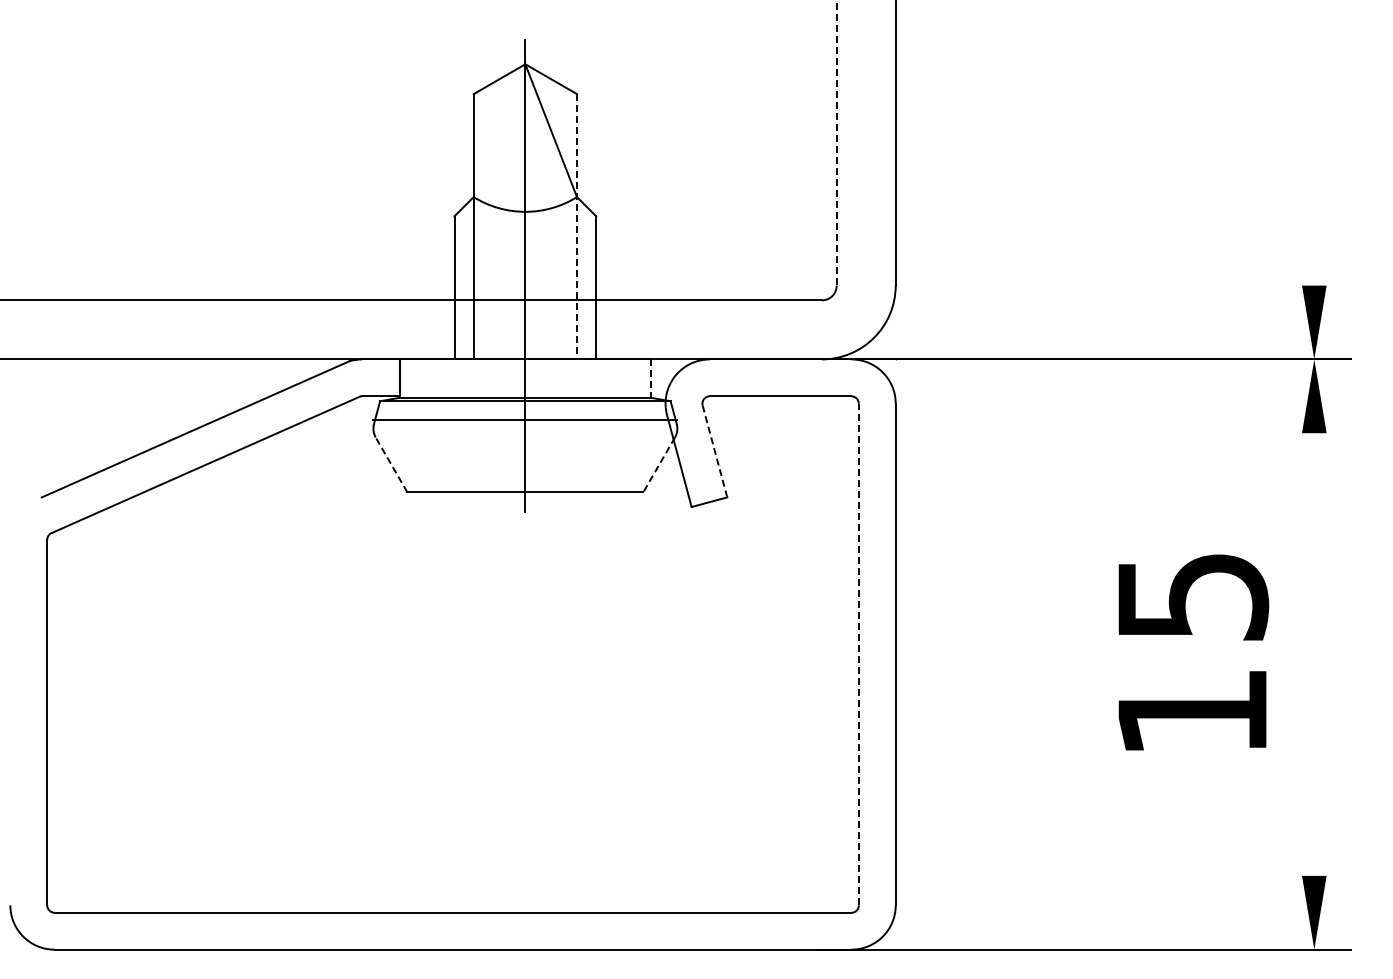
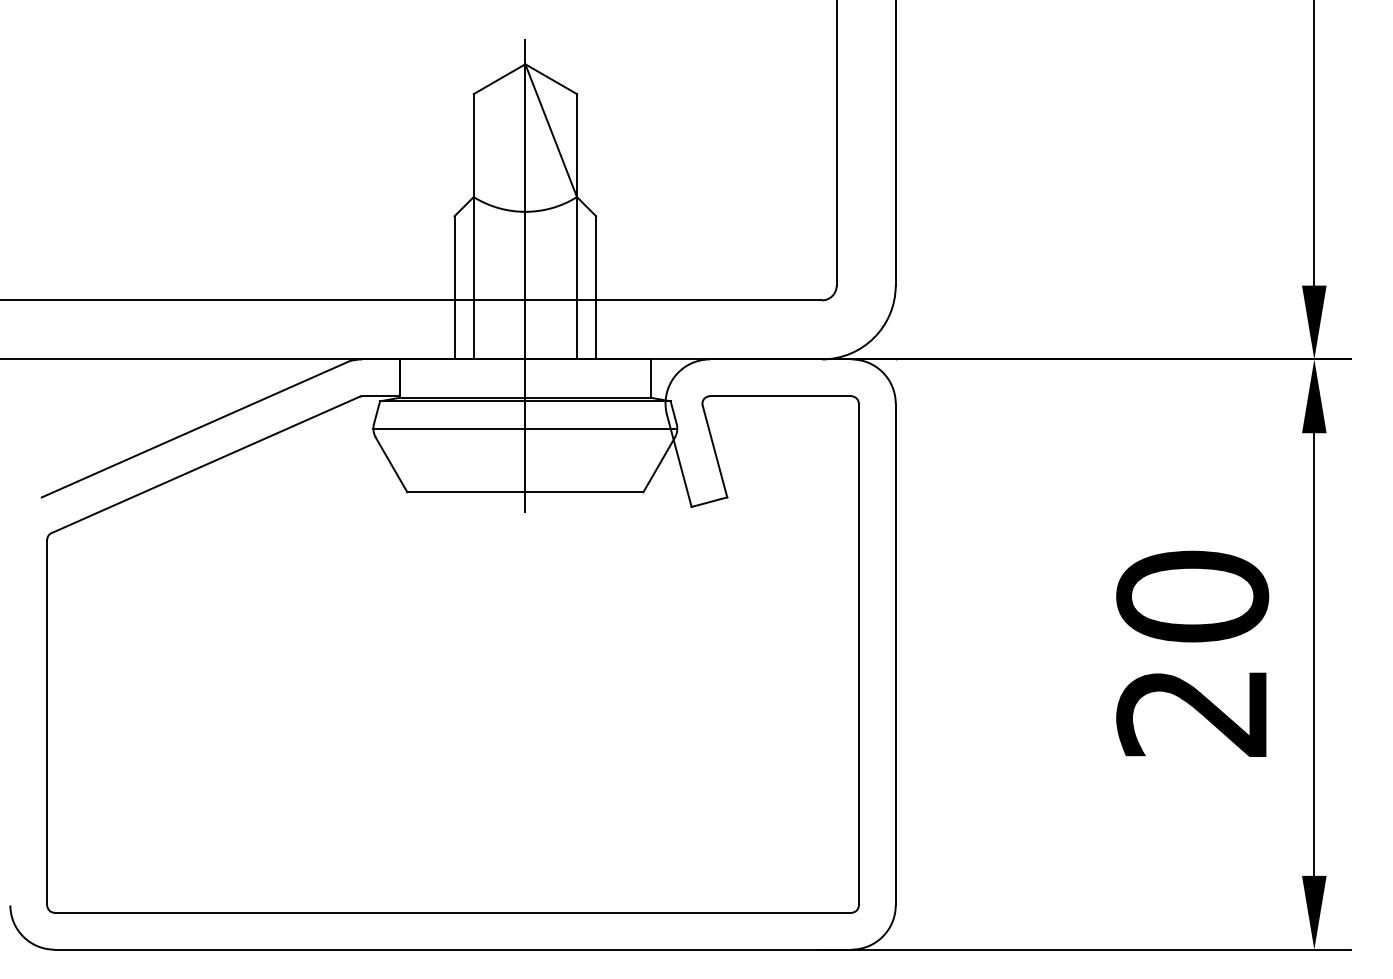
line at (836, 143): dashed -> solid
line at (1314, 143): none -> present
line at (577, 226): dashed -> solid
line at (650, 379): dashed -> solid
line at (525, 419) position: (525, 419) -> (525, 428)
line at (714, 451): dashed -> solid
line at (391, 464): dashed -> solid
line at (659, 464): dashed -> solid
text at (1192, 653): 15 -> 20
line at (858, 654): dashed -> solid
line at (1314, 654): none -> present
